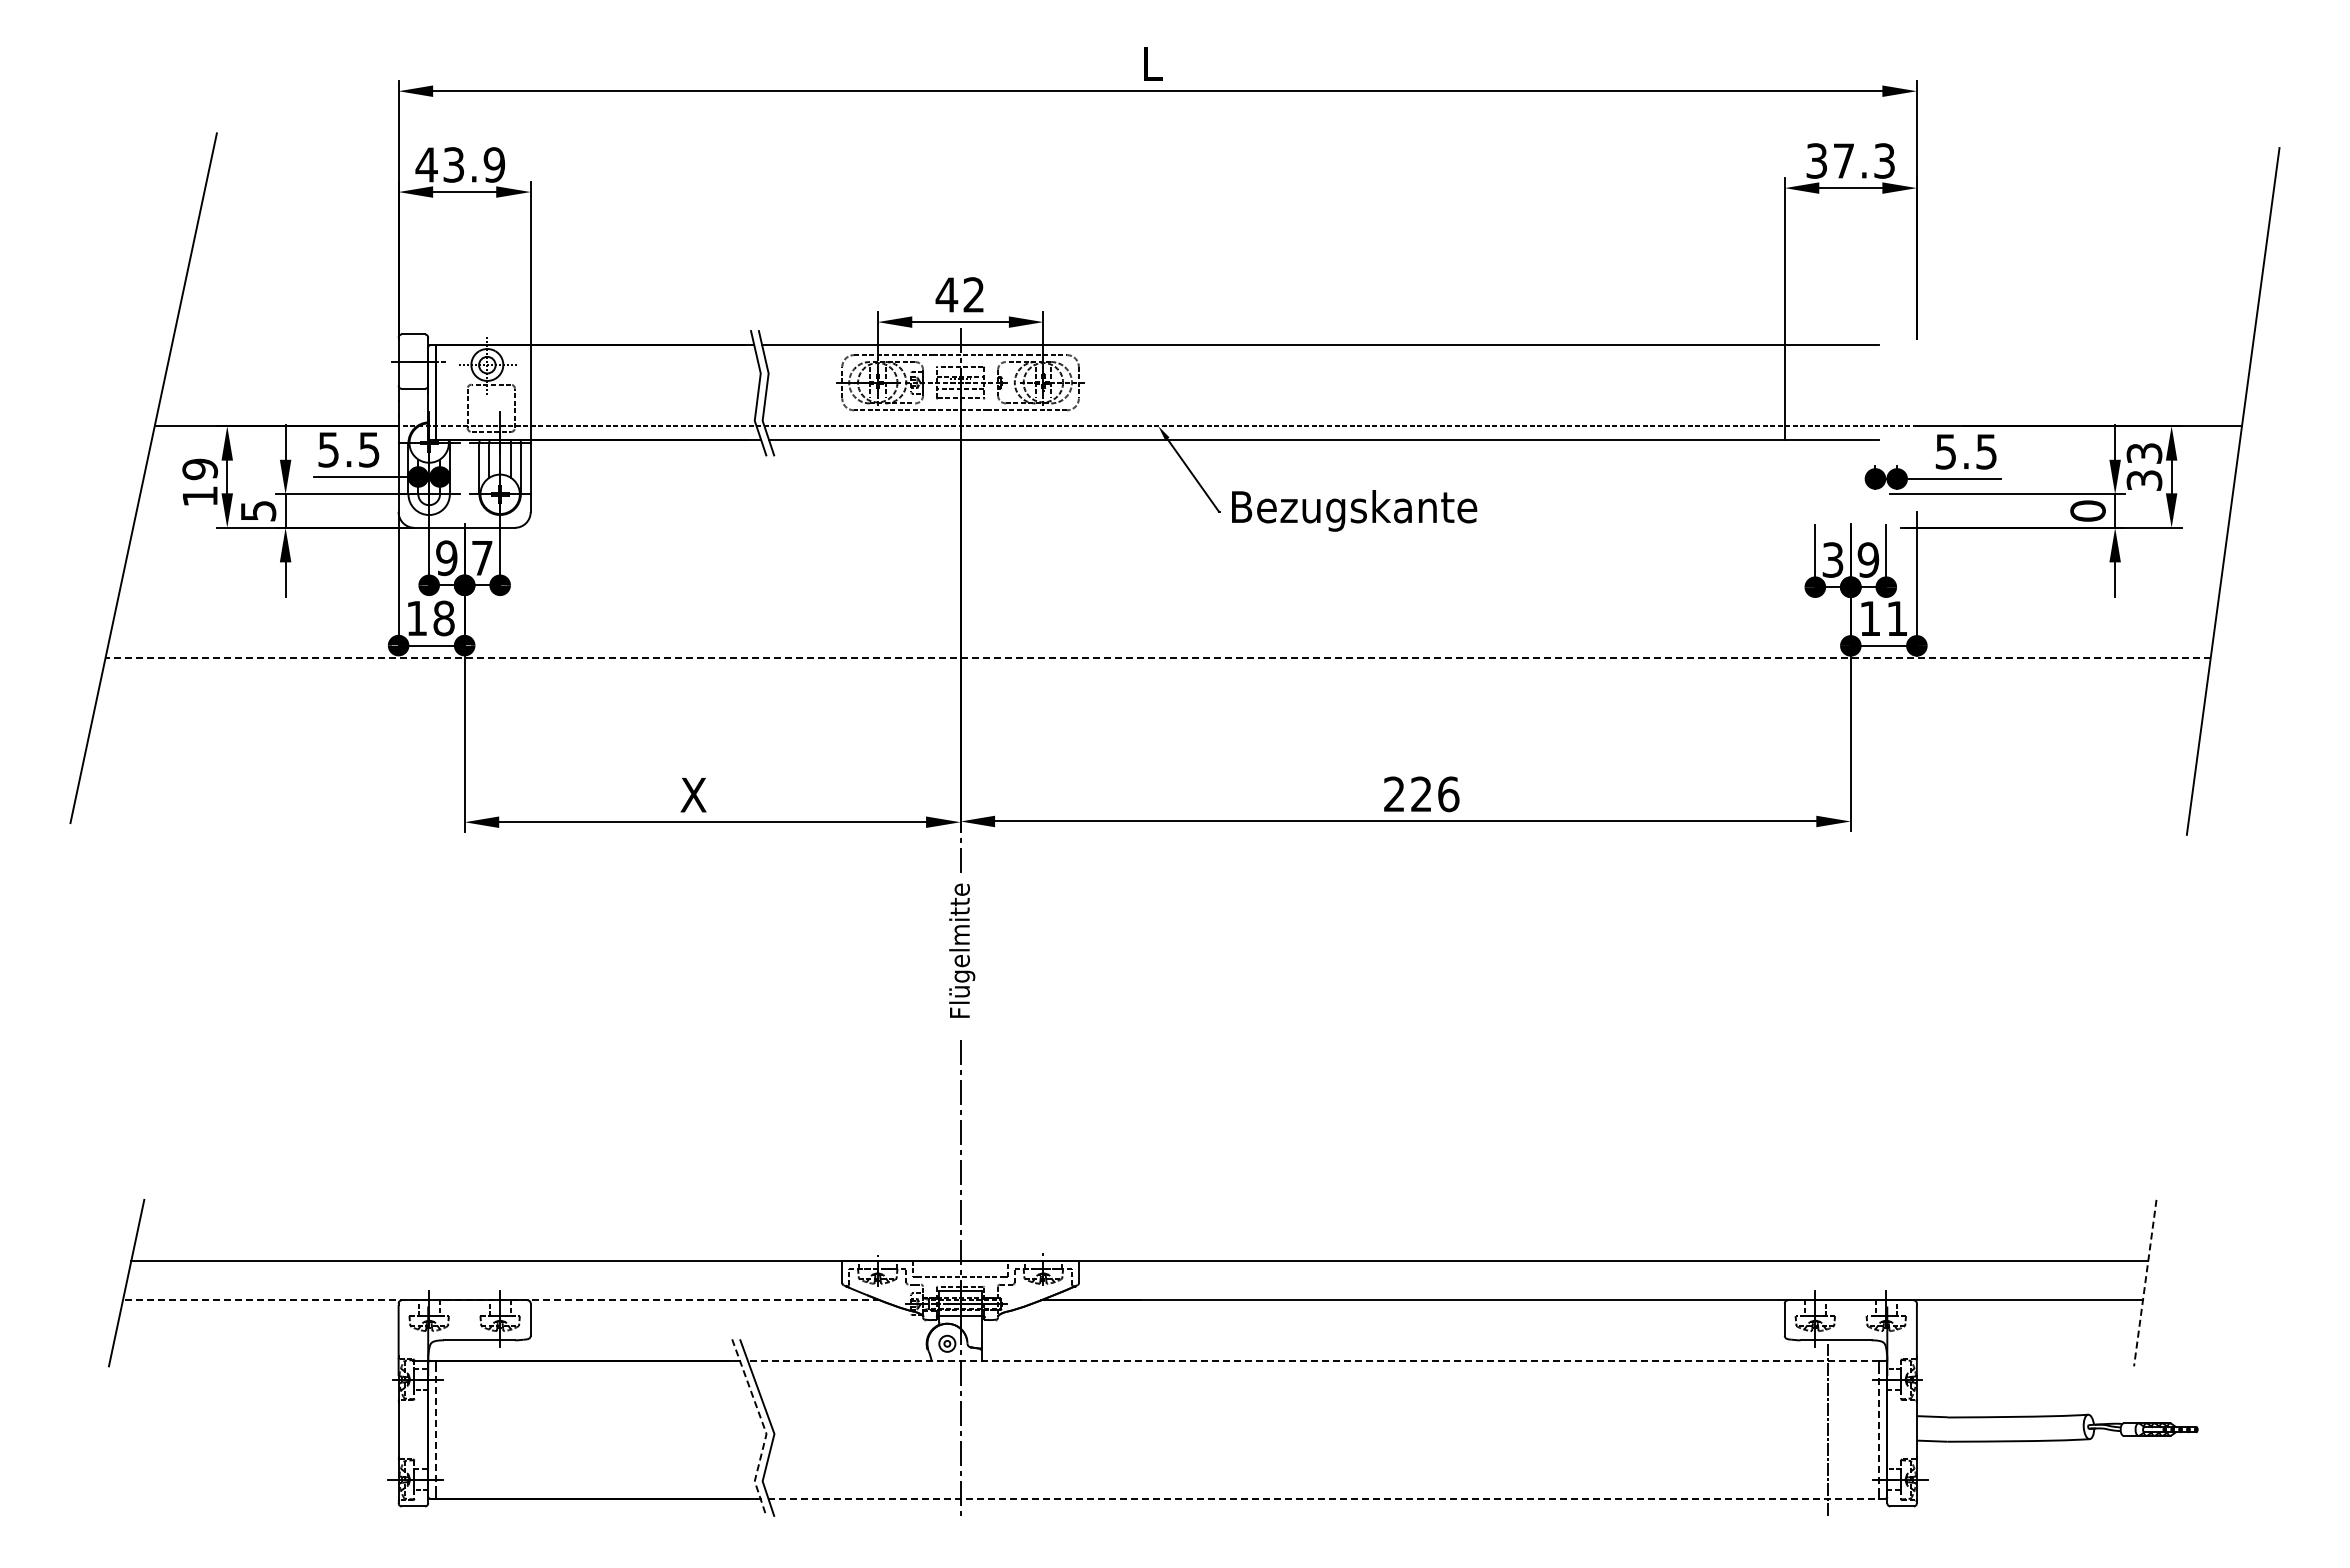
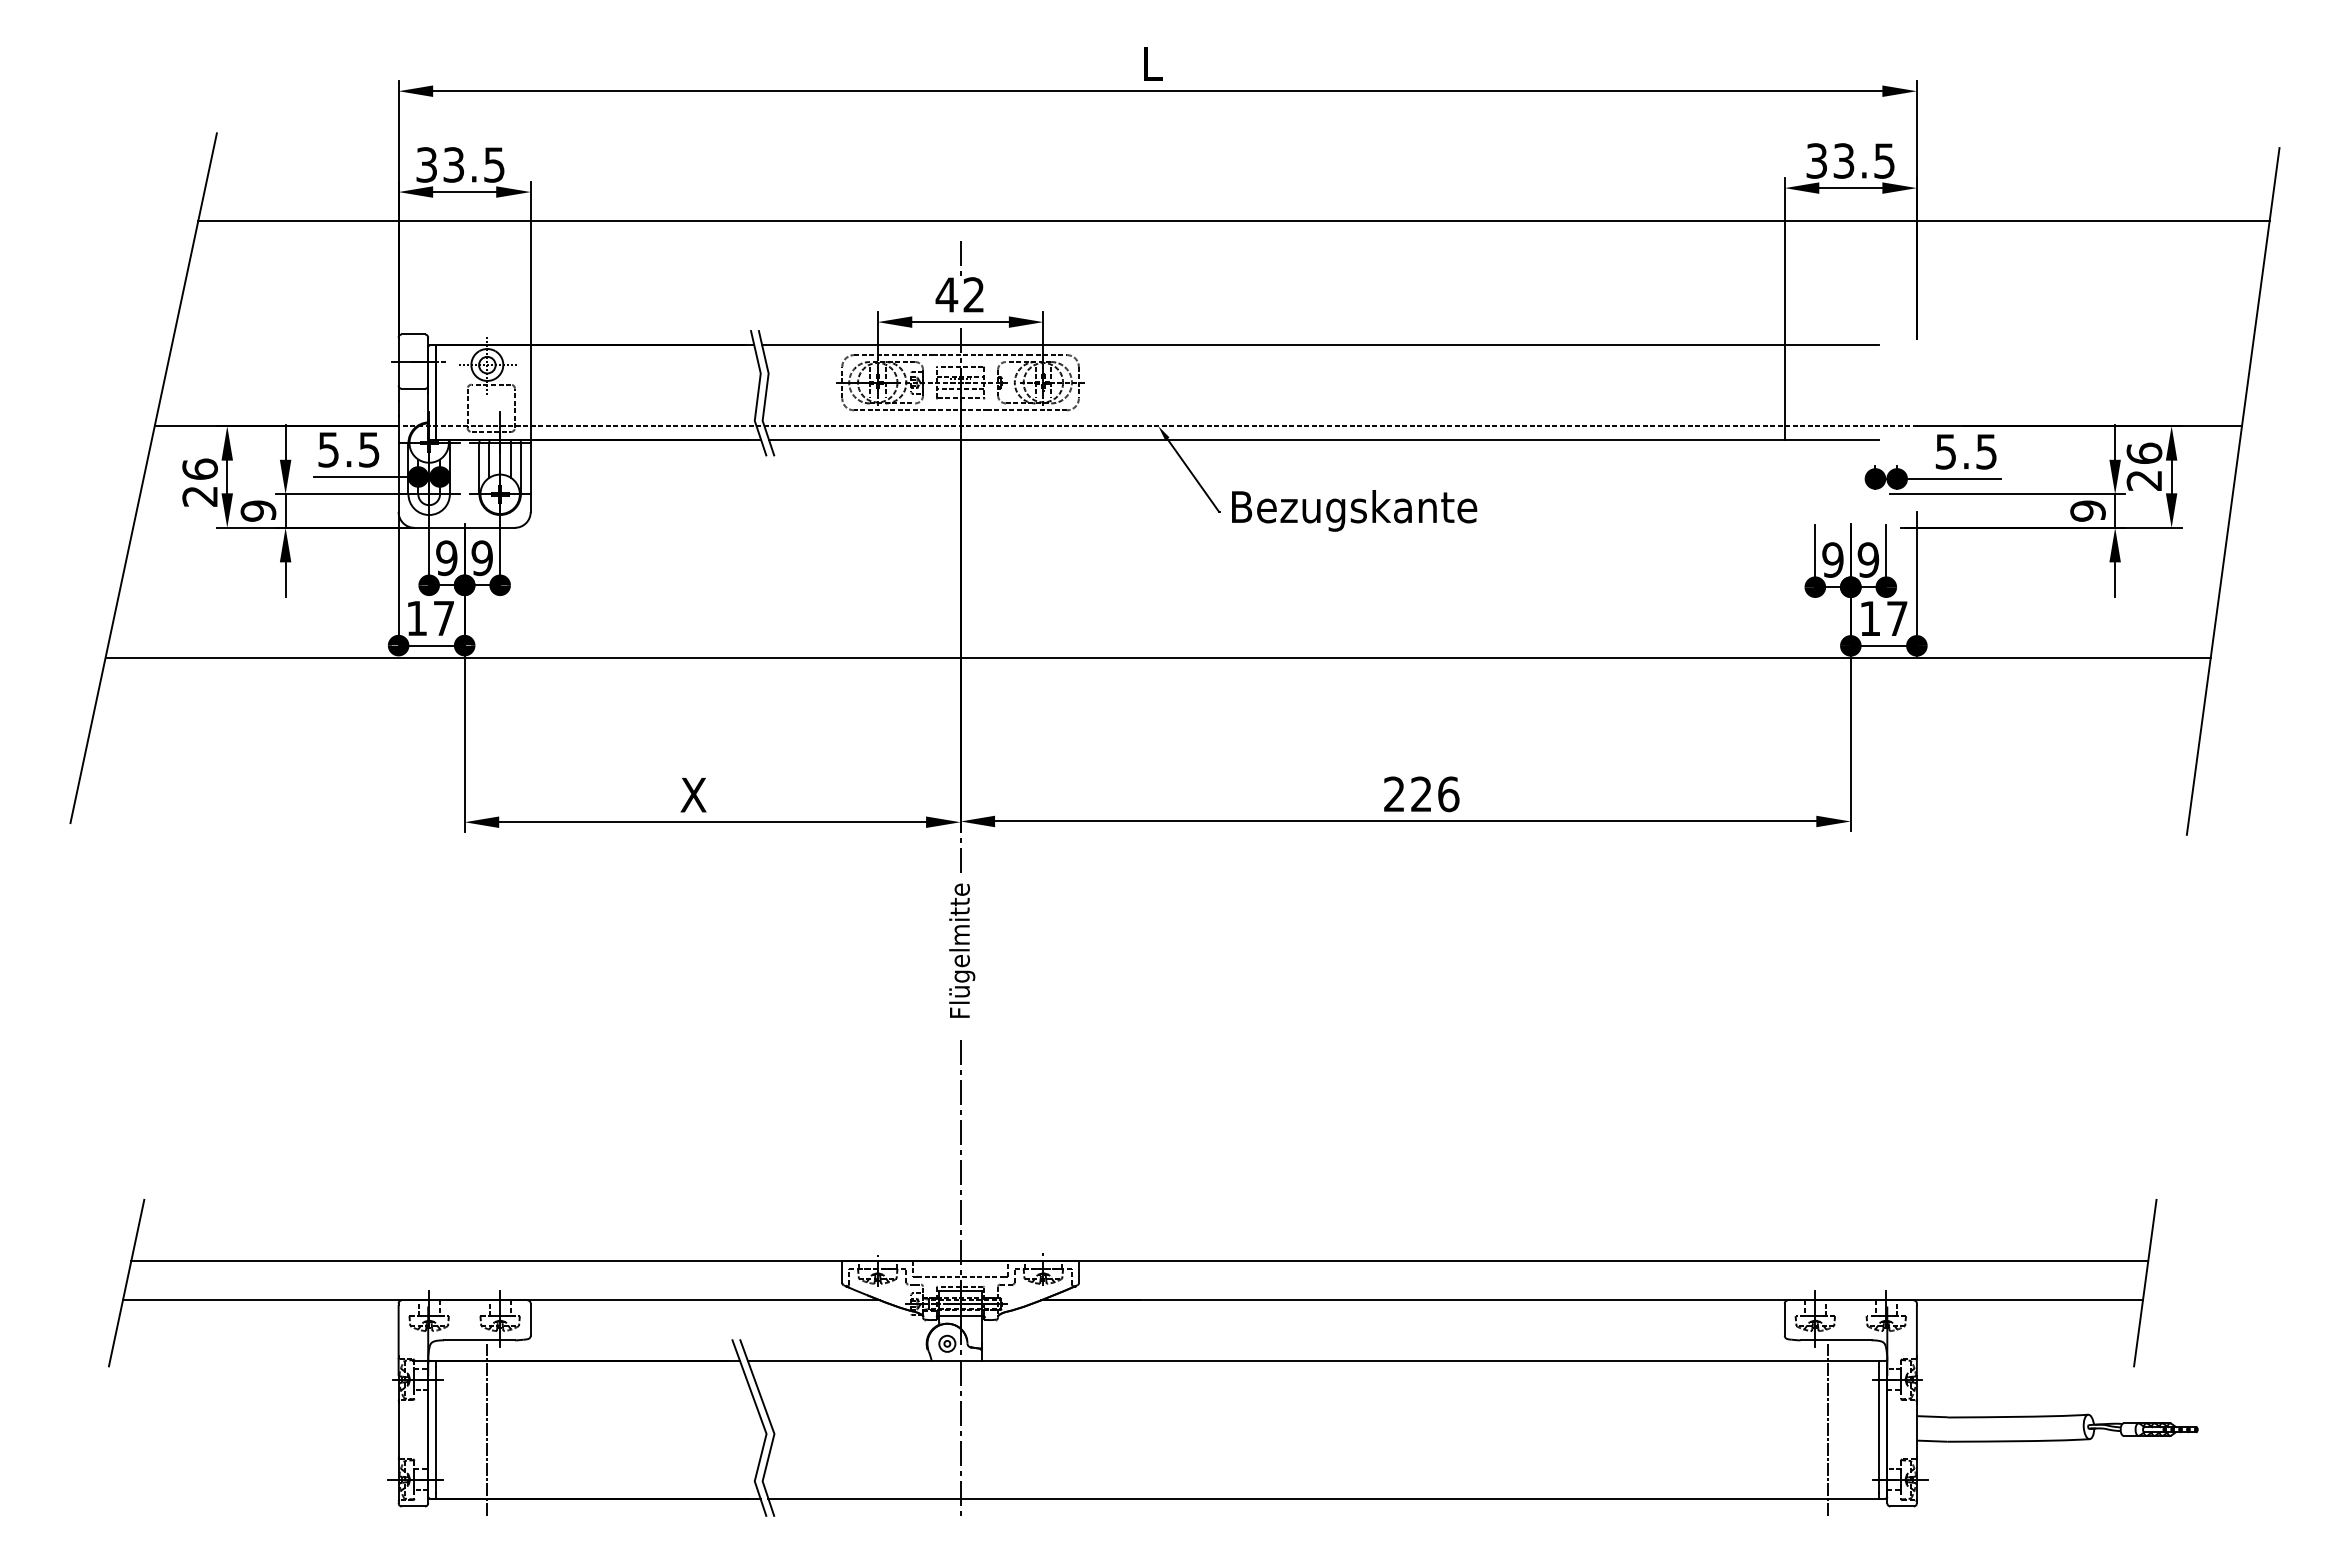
text at (1863, 160): 37.3 -> 33.5
text at (460, 164): 43.9 -> 33.5
line at (1233, 221): none -> present
line at (960, 257): none -> present
text at (2144, 466): 33 -> 26
text at (199, 482): 19 -> 26
text at (258, 510): 5 -> 9
text at (2087, 510): 0 -> 9
text at (481, 558): 7 -> 9
text at (1832, 559): 3 -> 9
text at (443, 618): 18 -> 17
text at (1897, 618): 11 -> 17
line at (1158, 657): dashed -> solid
line at (2145, 1283): dashed -> solid
line at (501, 1300): dashed -> solid
line at (1313, 1360): dashed -> solid
line at (764, 1428): dashed -> solid
line at (436, 1429): dashed -> solid
line at (487, 1429): none -> present
line at (1879, 1430): dashed -> solid
line at (1324, 1498): dashed -> solid
